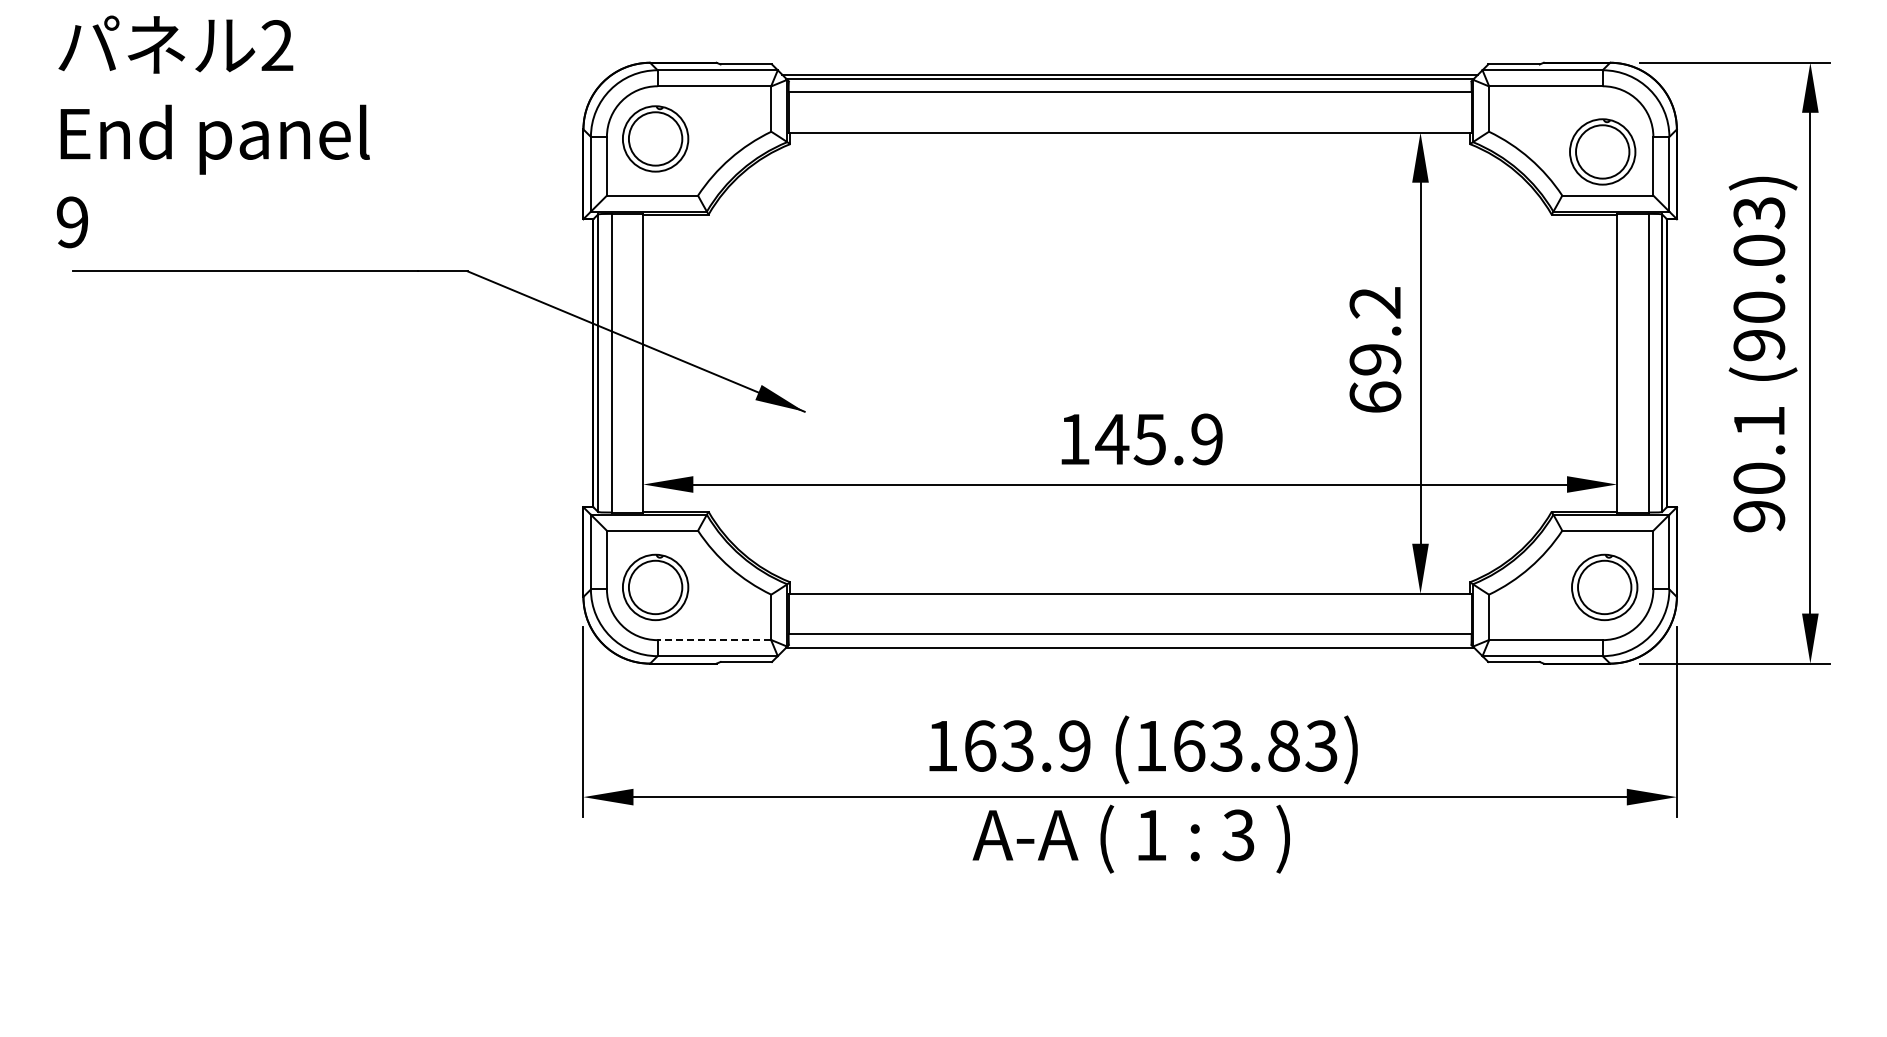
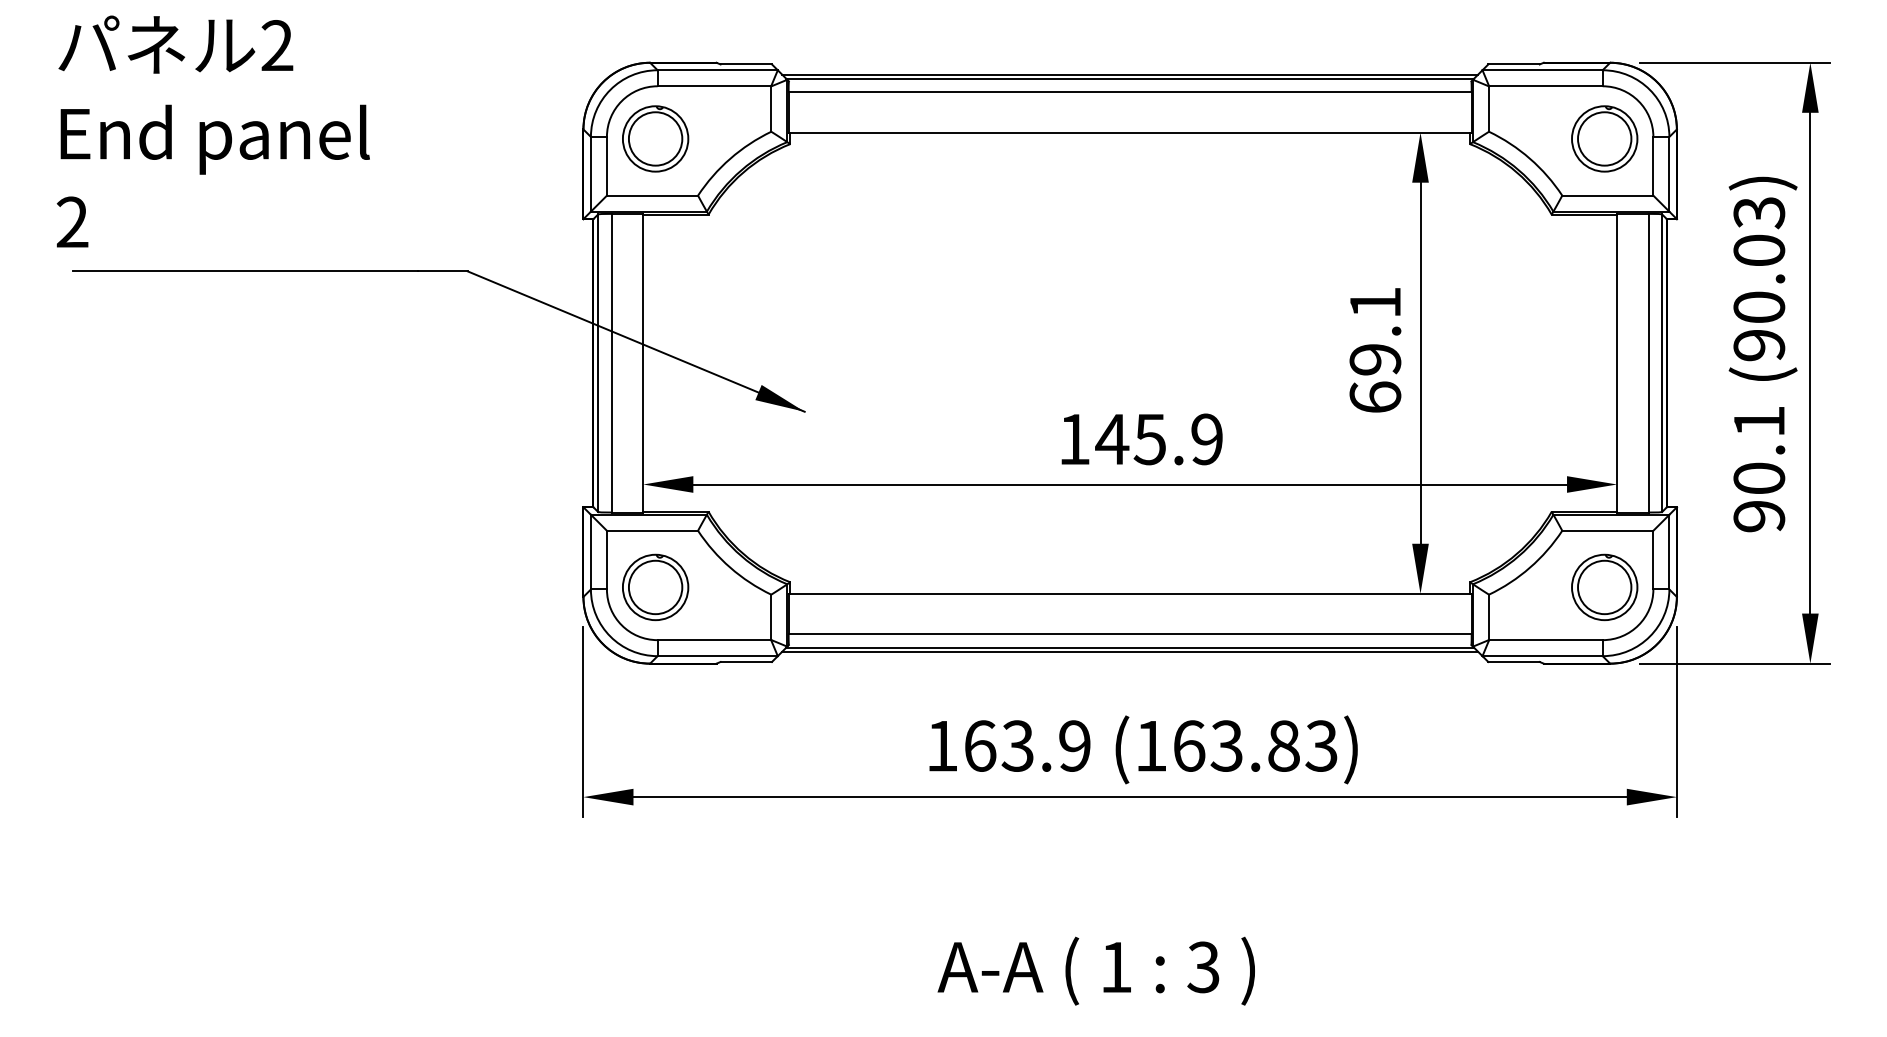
part at (1602, 151) position: (1602, 151) -> (1604, 138)
text at (72, 222): 9 -> 2
text at (1374, 302): 69.2 -> 69.1
line at (714, 640): dashed -> solid
line at (1130, 651): none -> present
text at (1130, 838) position: (1130, 838) -> (1095, 970)
